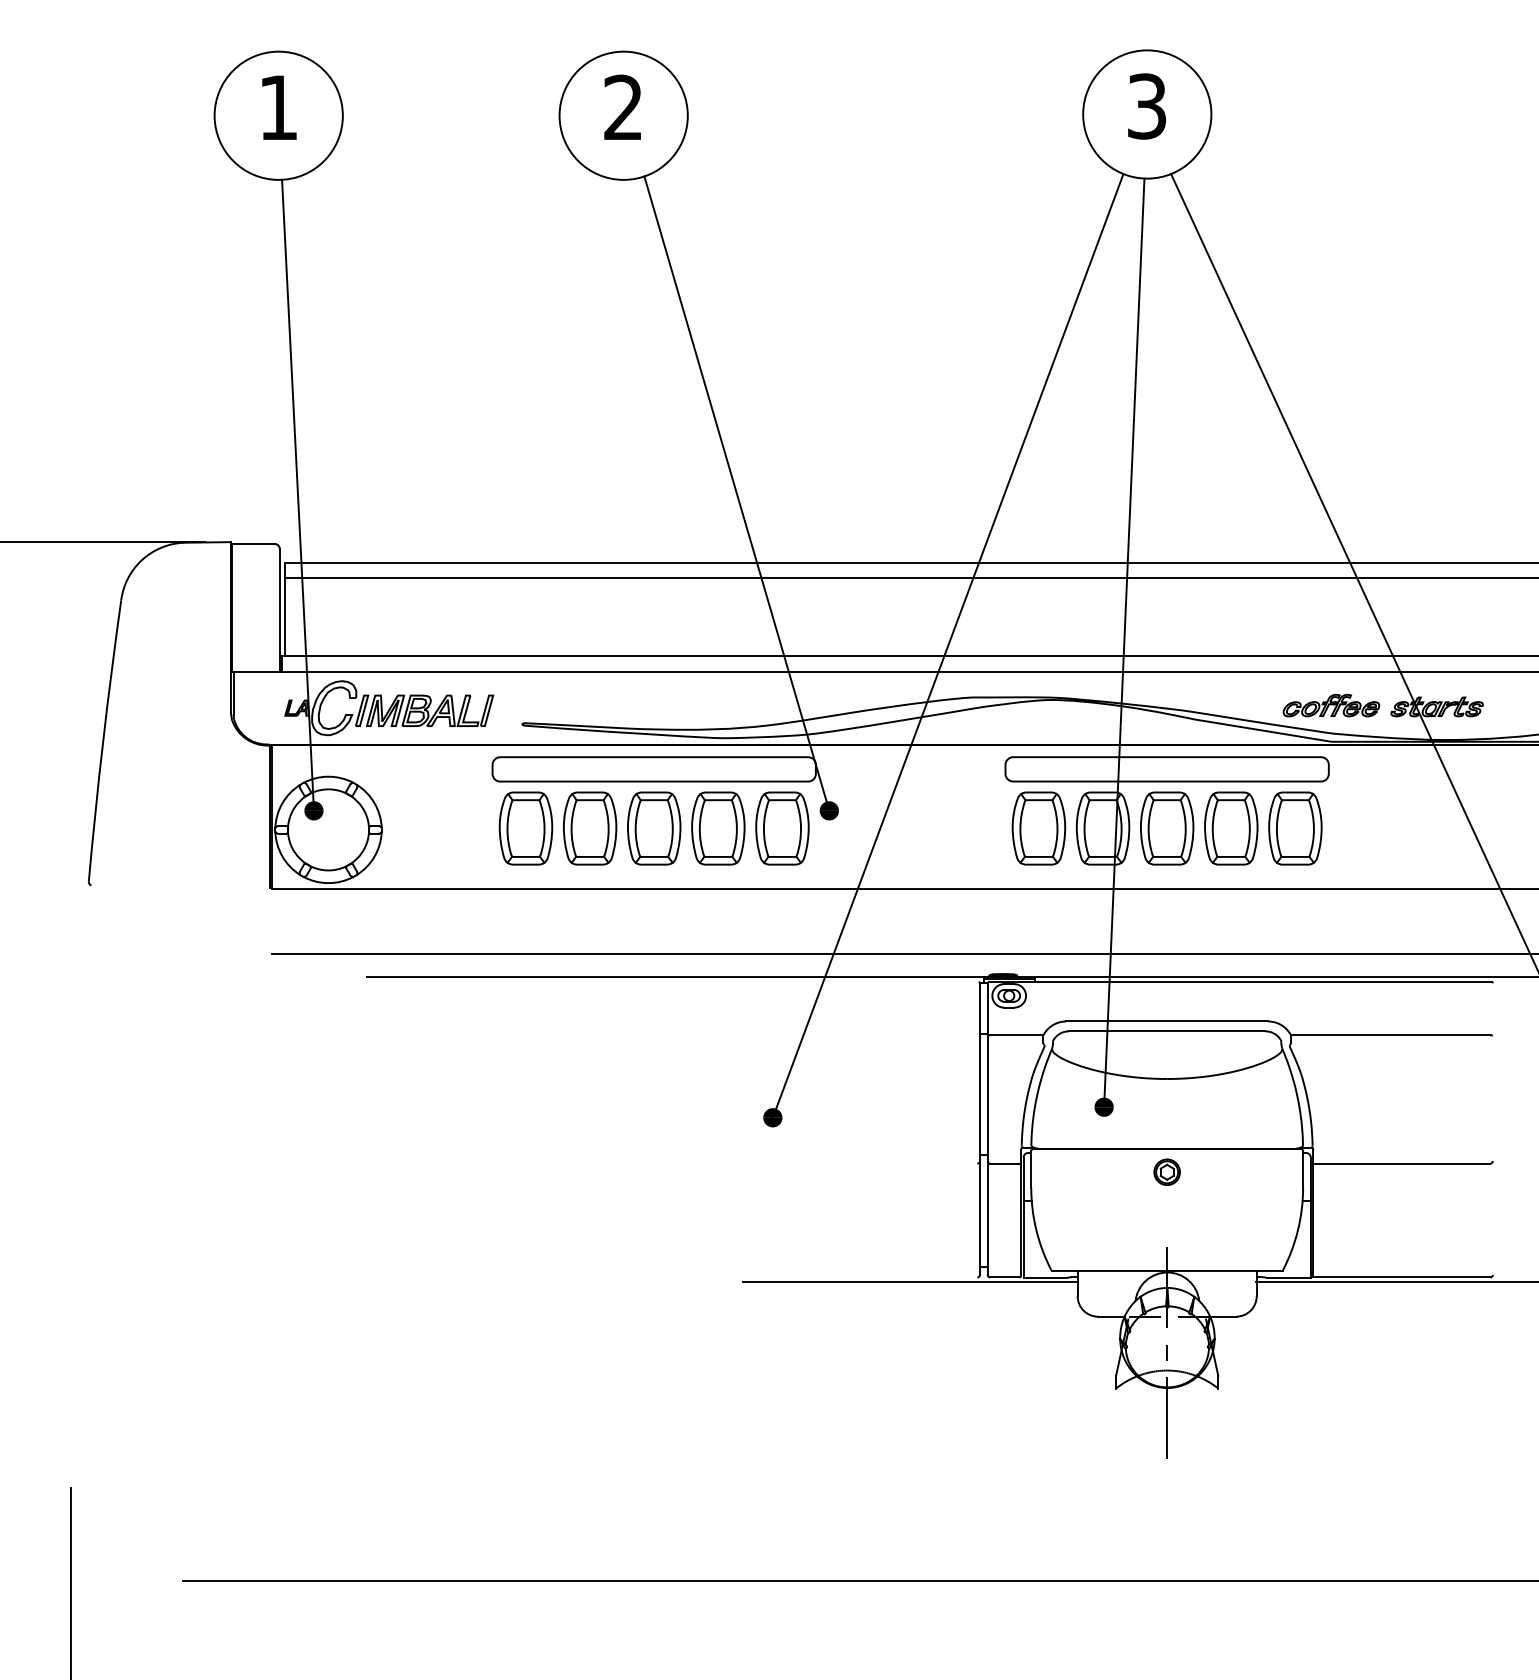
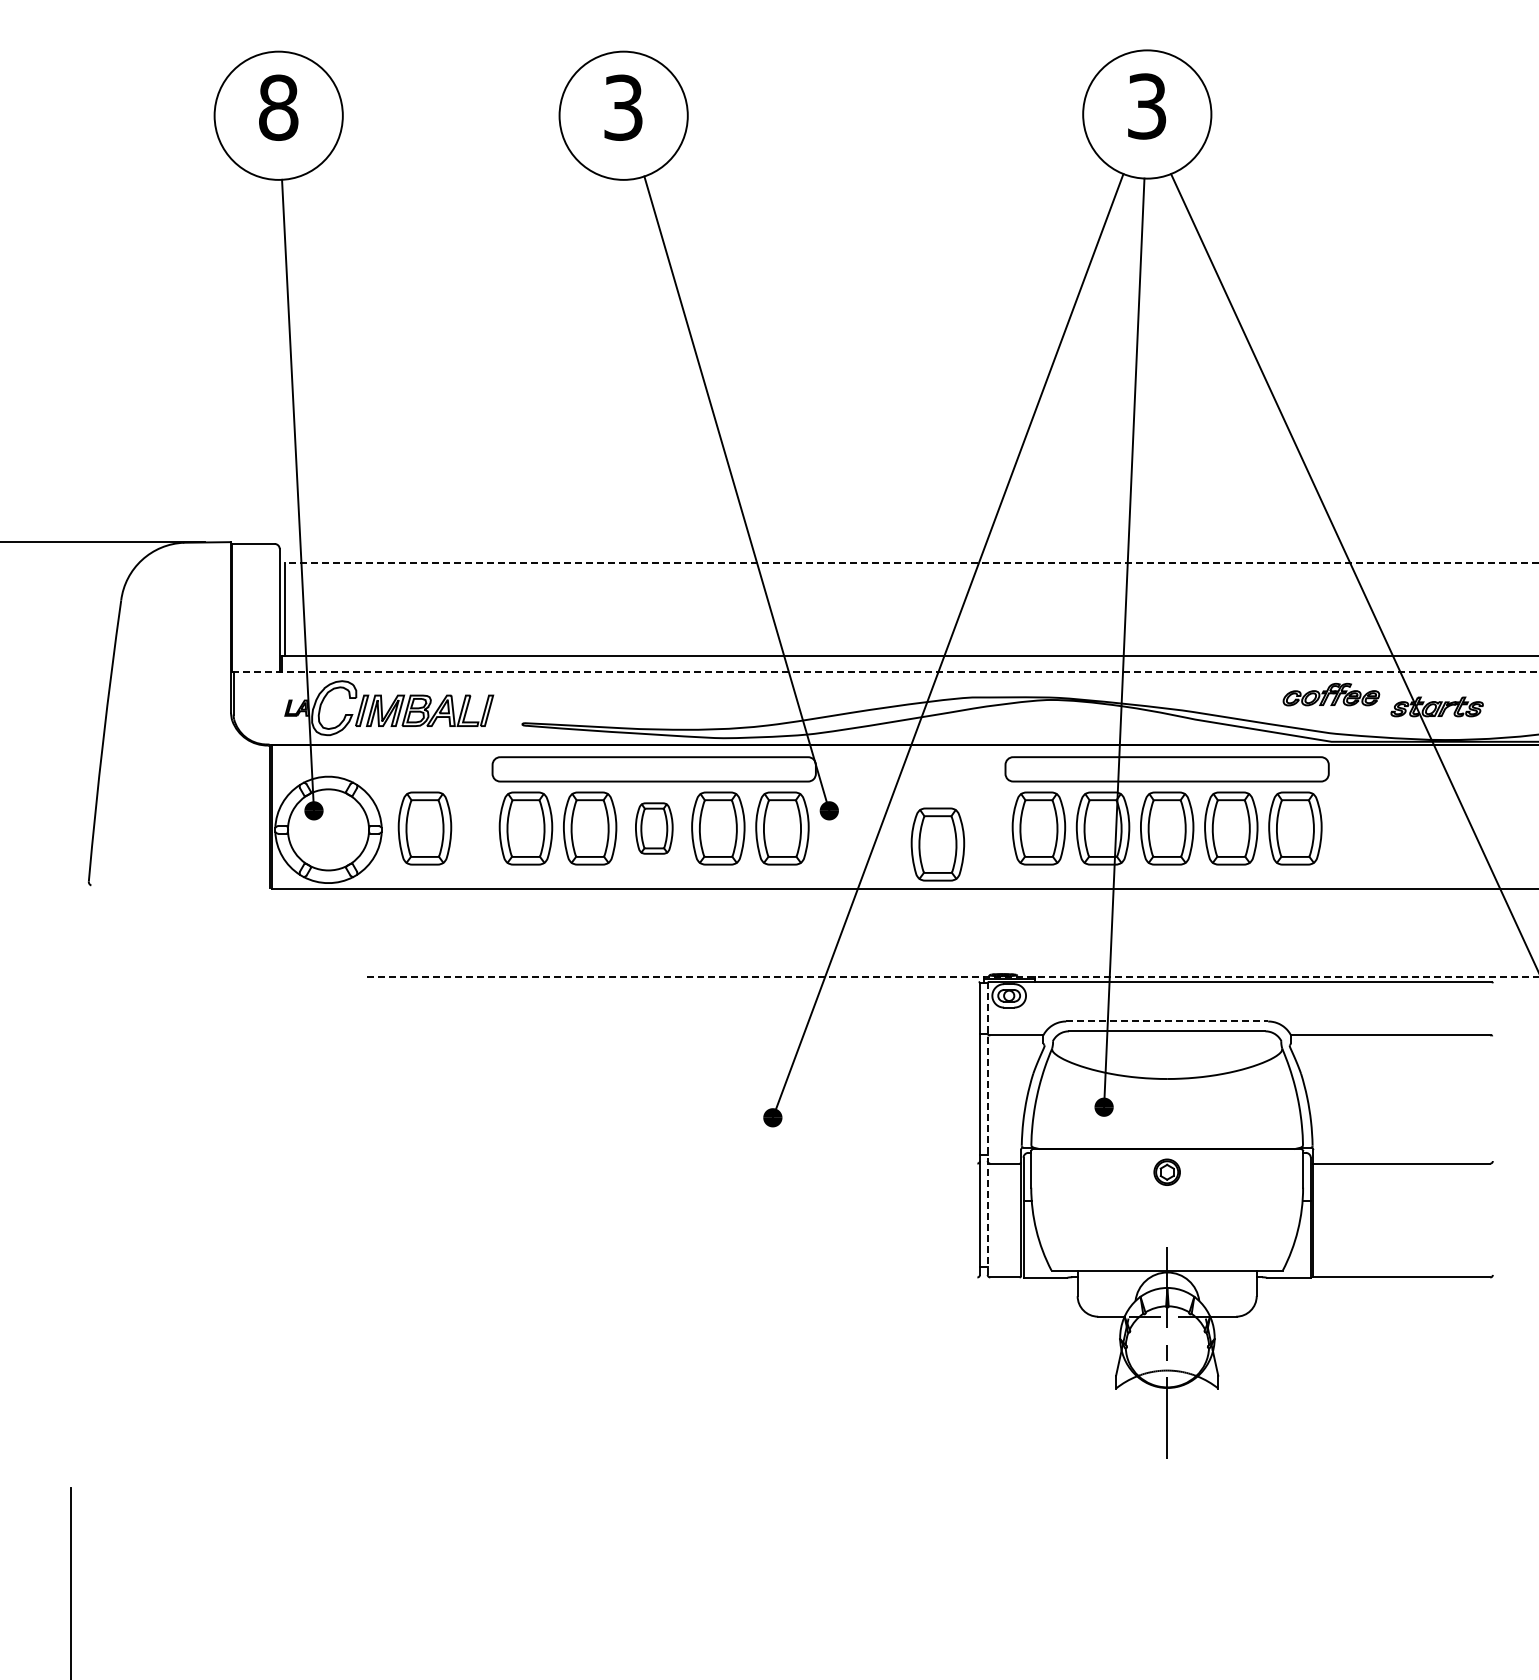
text at (278, 107): 1 -> 8
text at (623, 107): 2 -> 3
line at (911, 562): solid -> dashed
line at (909, 578): present -> none
line at (885, 671): solid -> dashed
part at (1331, 705) position: (1331, 705) -> (1331, 694)
part at (424, 828): none -> present
part at (654, 828) size: 55x75 px -> 39x53 px
part at (937, 844): none -> present
line at (903, 953): present -> none
line at (952, 976): solid -> dashed
line at (1167, 1021): solid -> dashed
line at (987, 1129): solid -> dashed
line at (910, 1282): present -> none
line at (1395, 1282): present -> none
line at (859, 1580): present -> none
